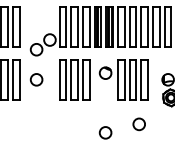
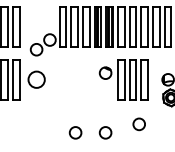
circle at (36, 79) size: 15x14 px -> 19x19 px
part at (74, 79): present -> none
circle at (75, 132): none -> present
